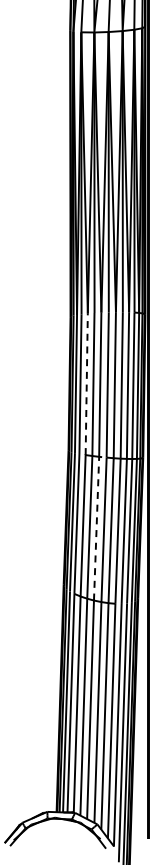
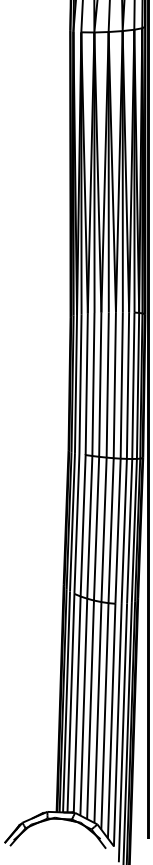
line at (86, 384): dashed -> solid
line at (96, 523): dashed -> solid
